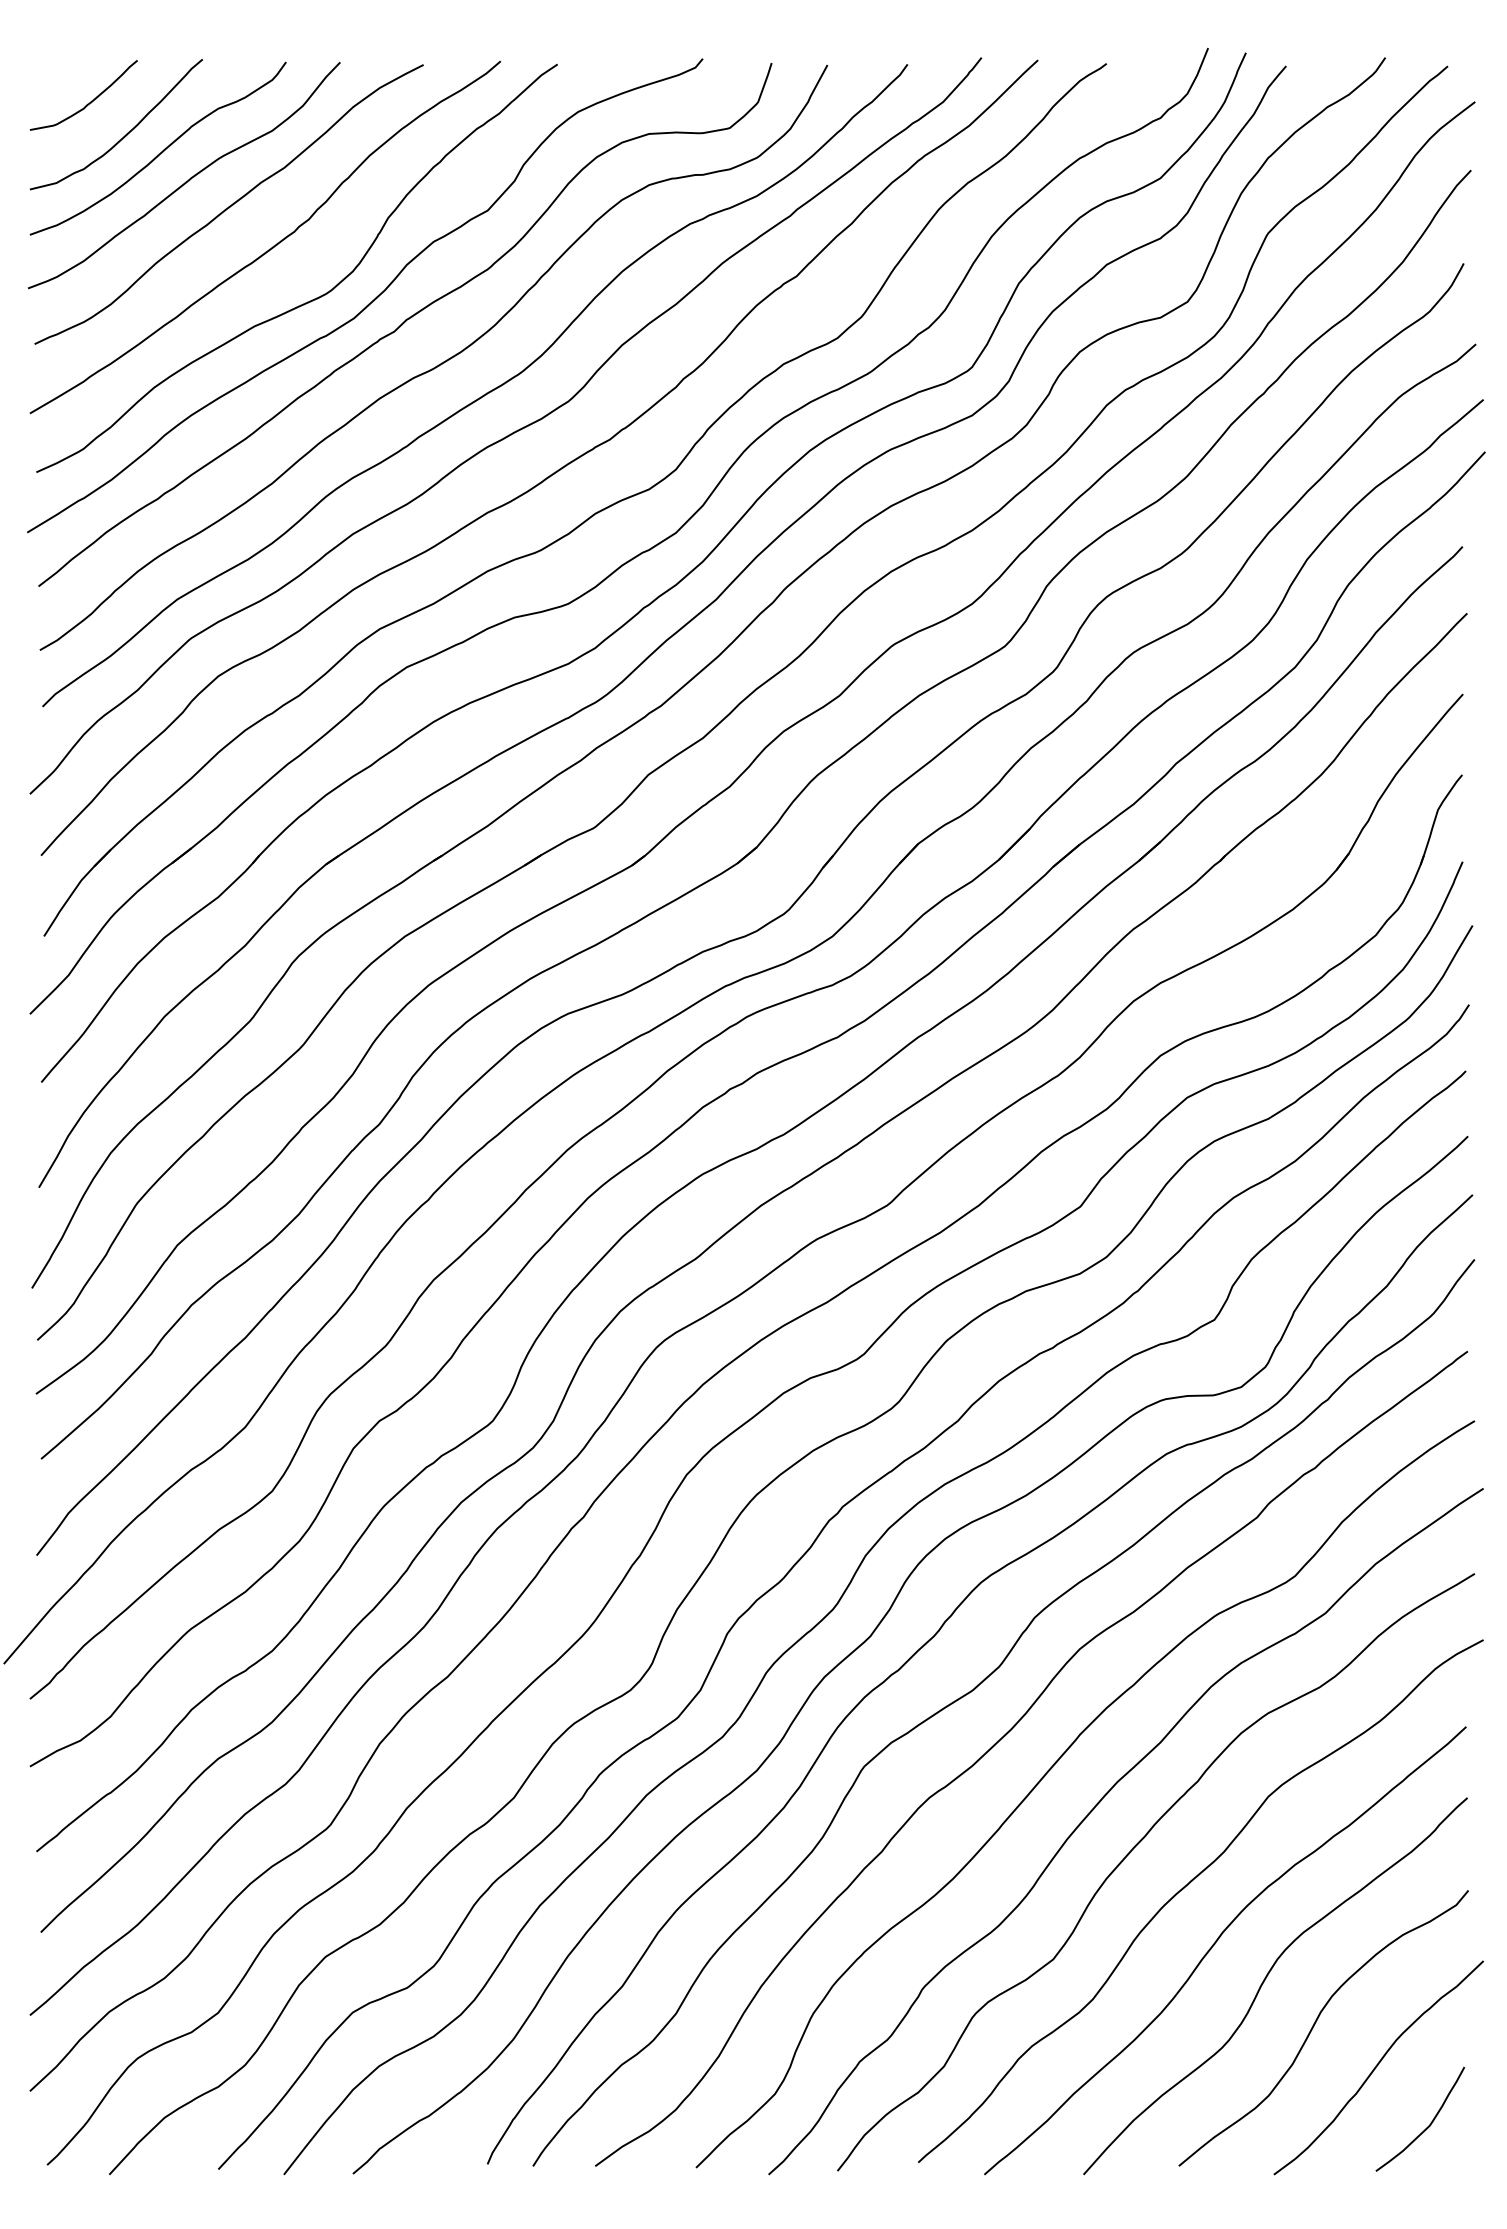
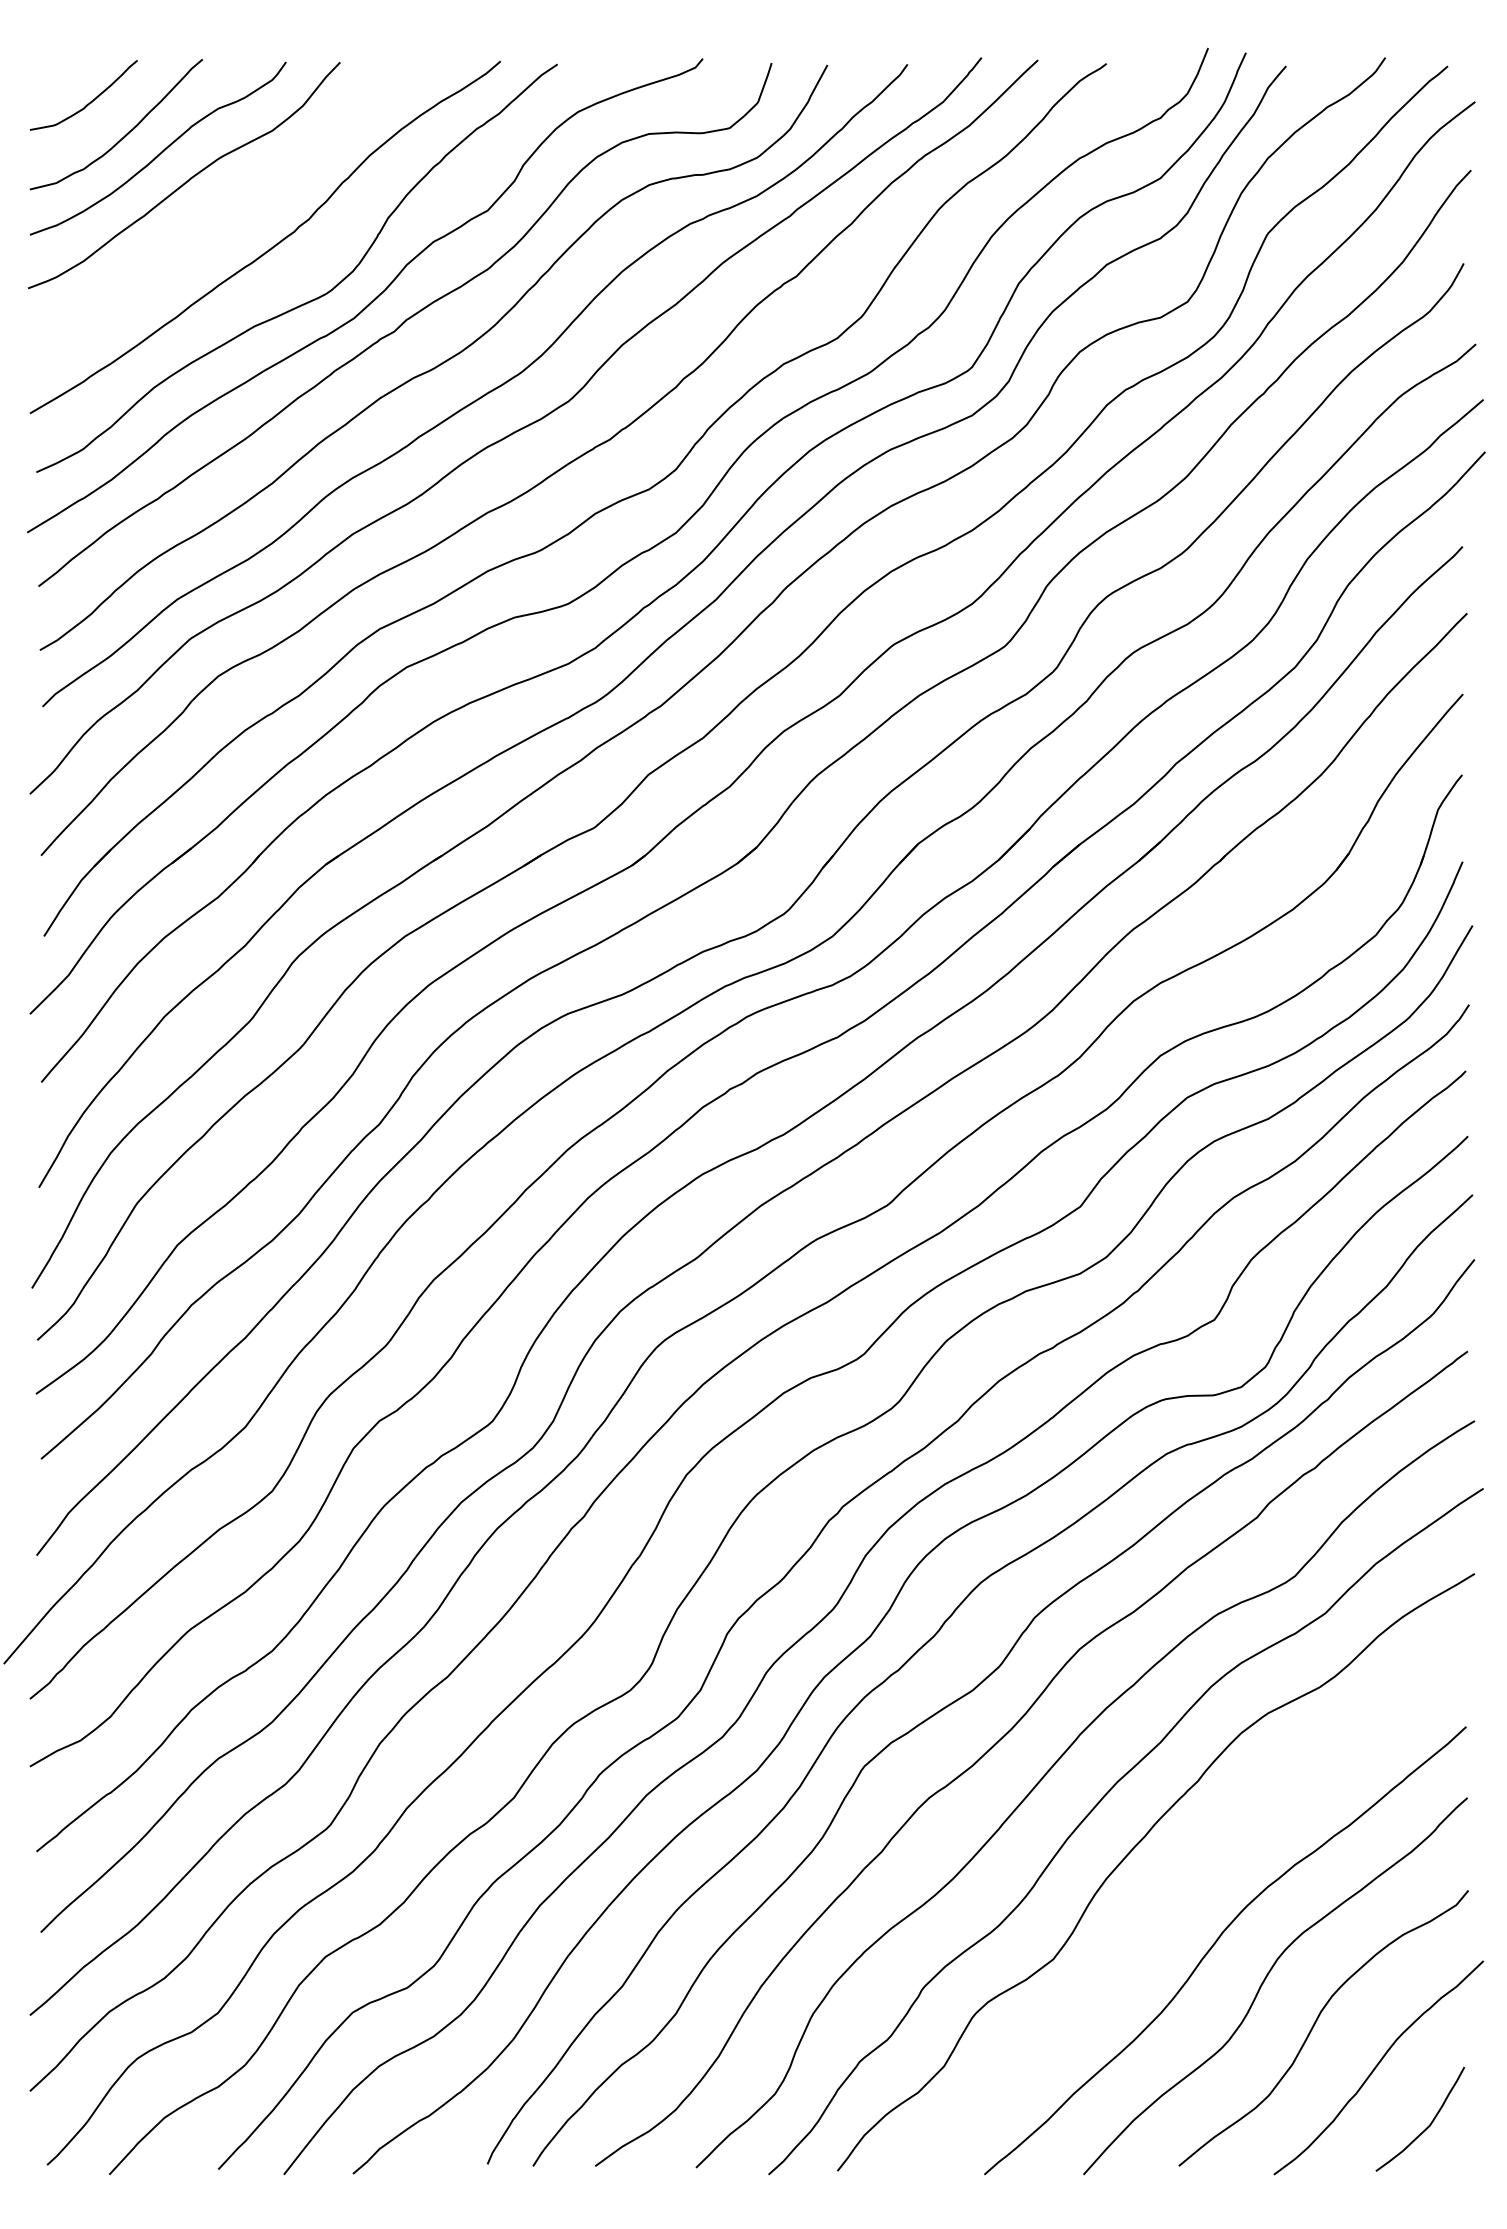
curve at (229, 205): present -> none
curve at (1188, 1885): present -> none
